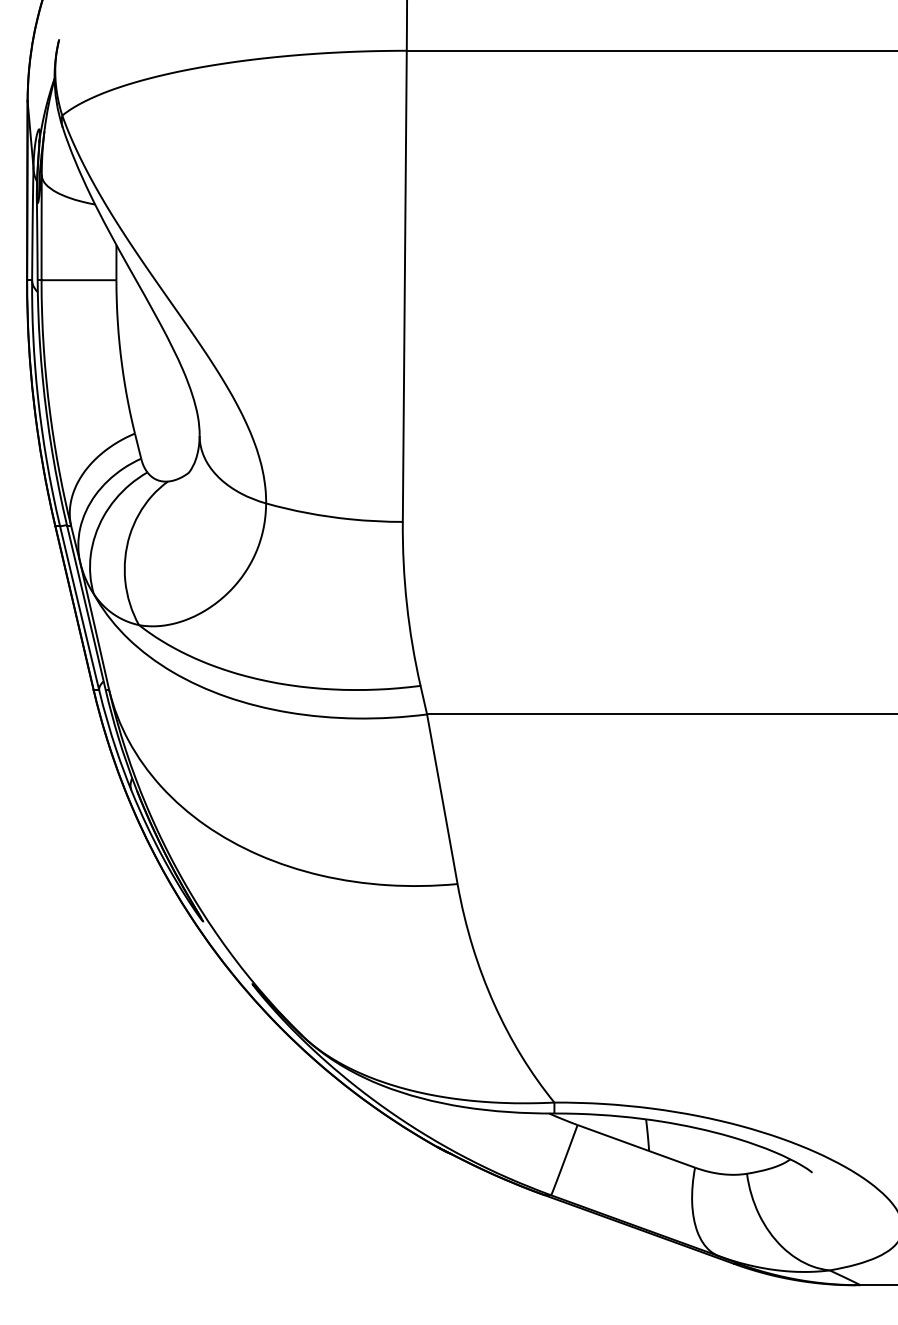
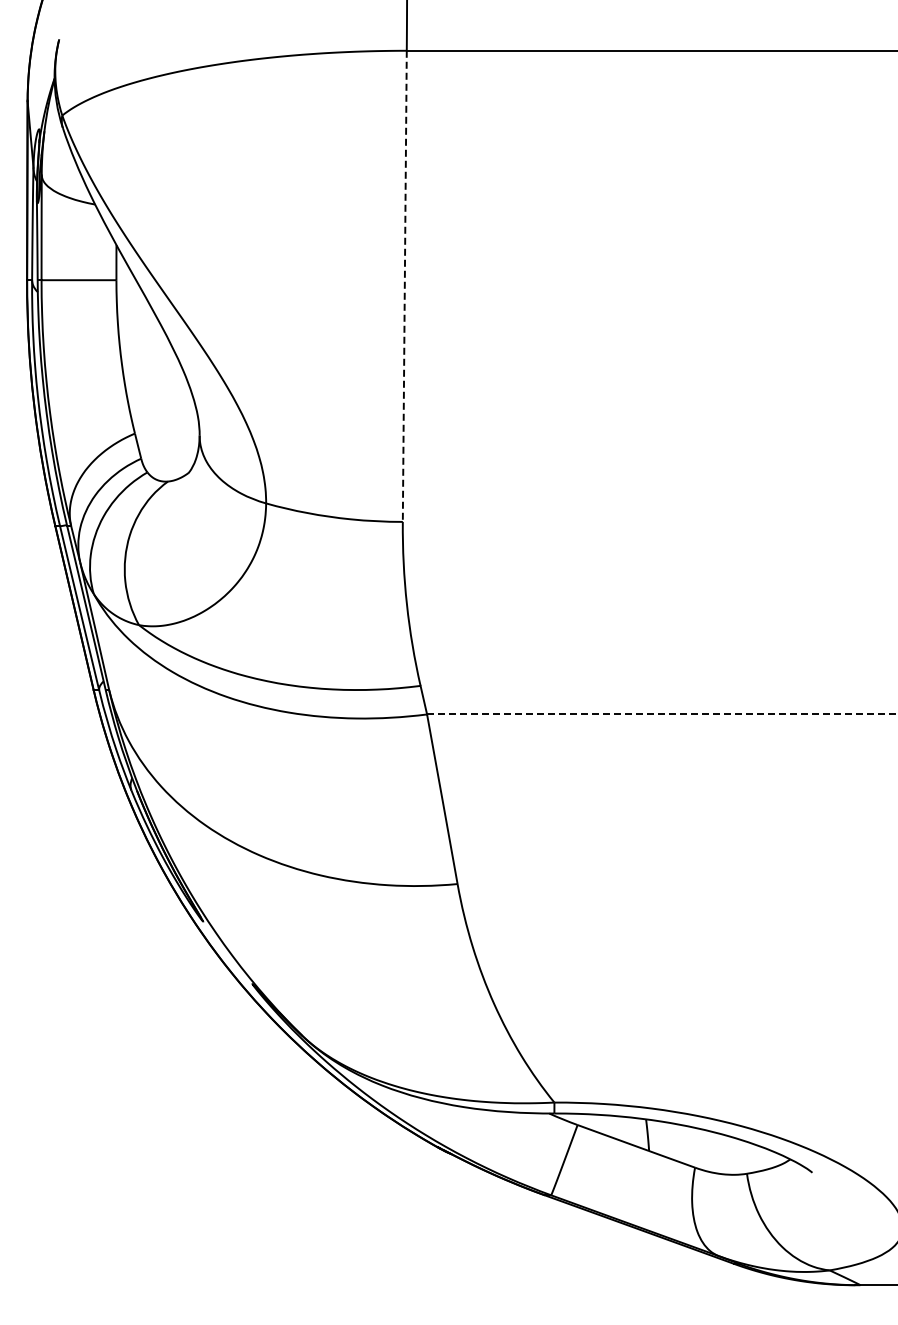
line at (404, 286): solid -> dashed
line at (663, 714): solid -> dashed
